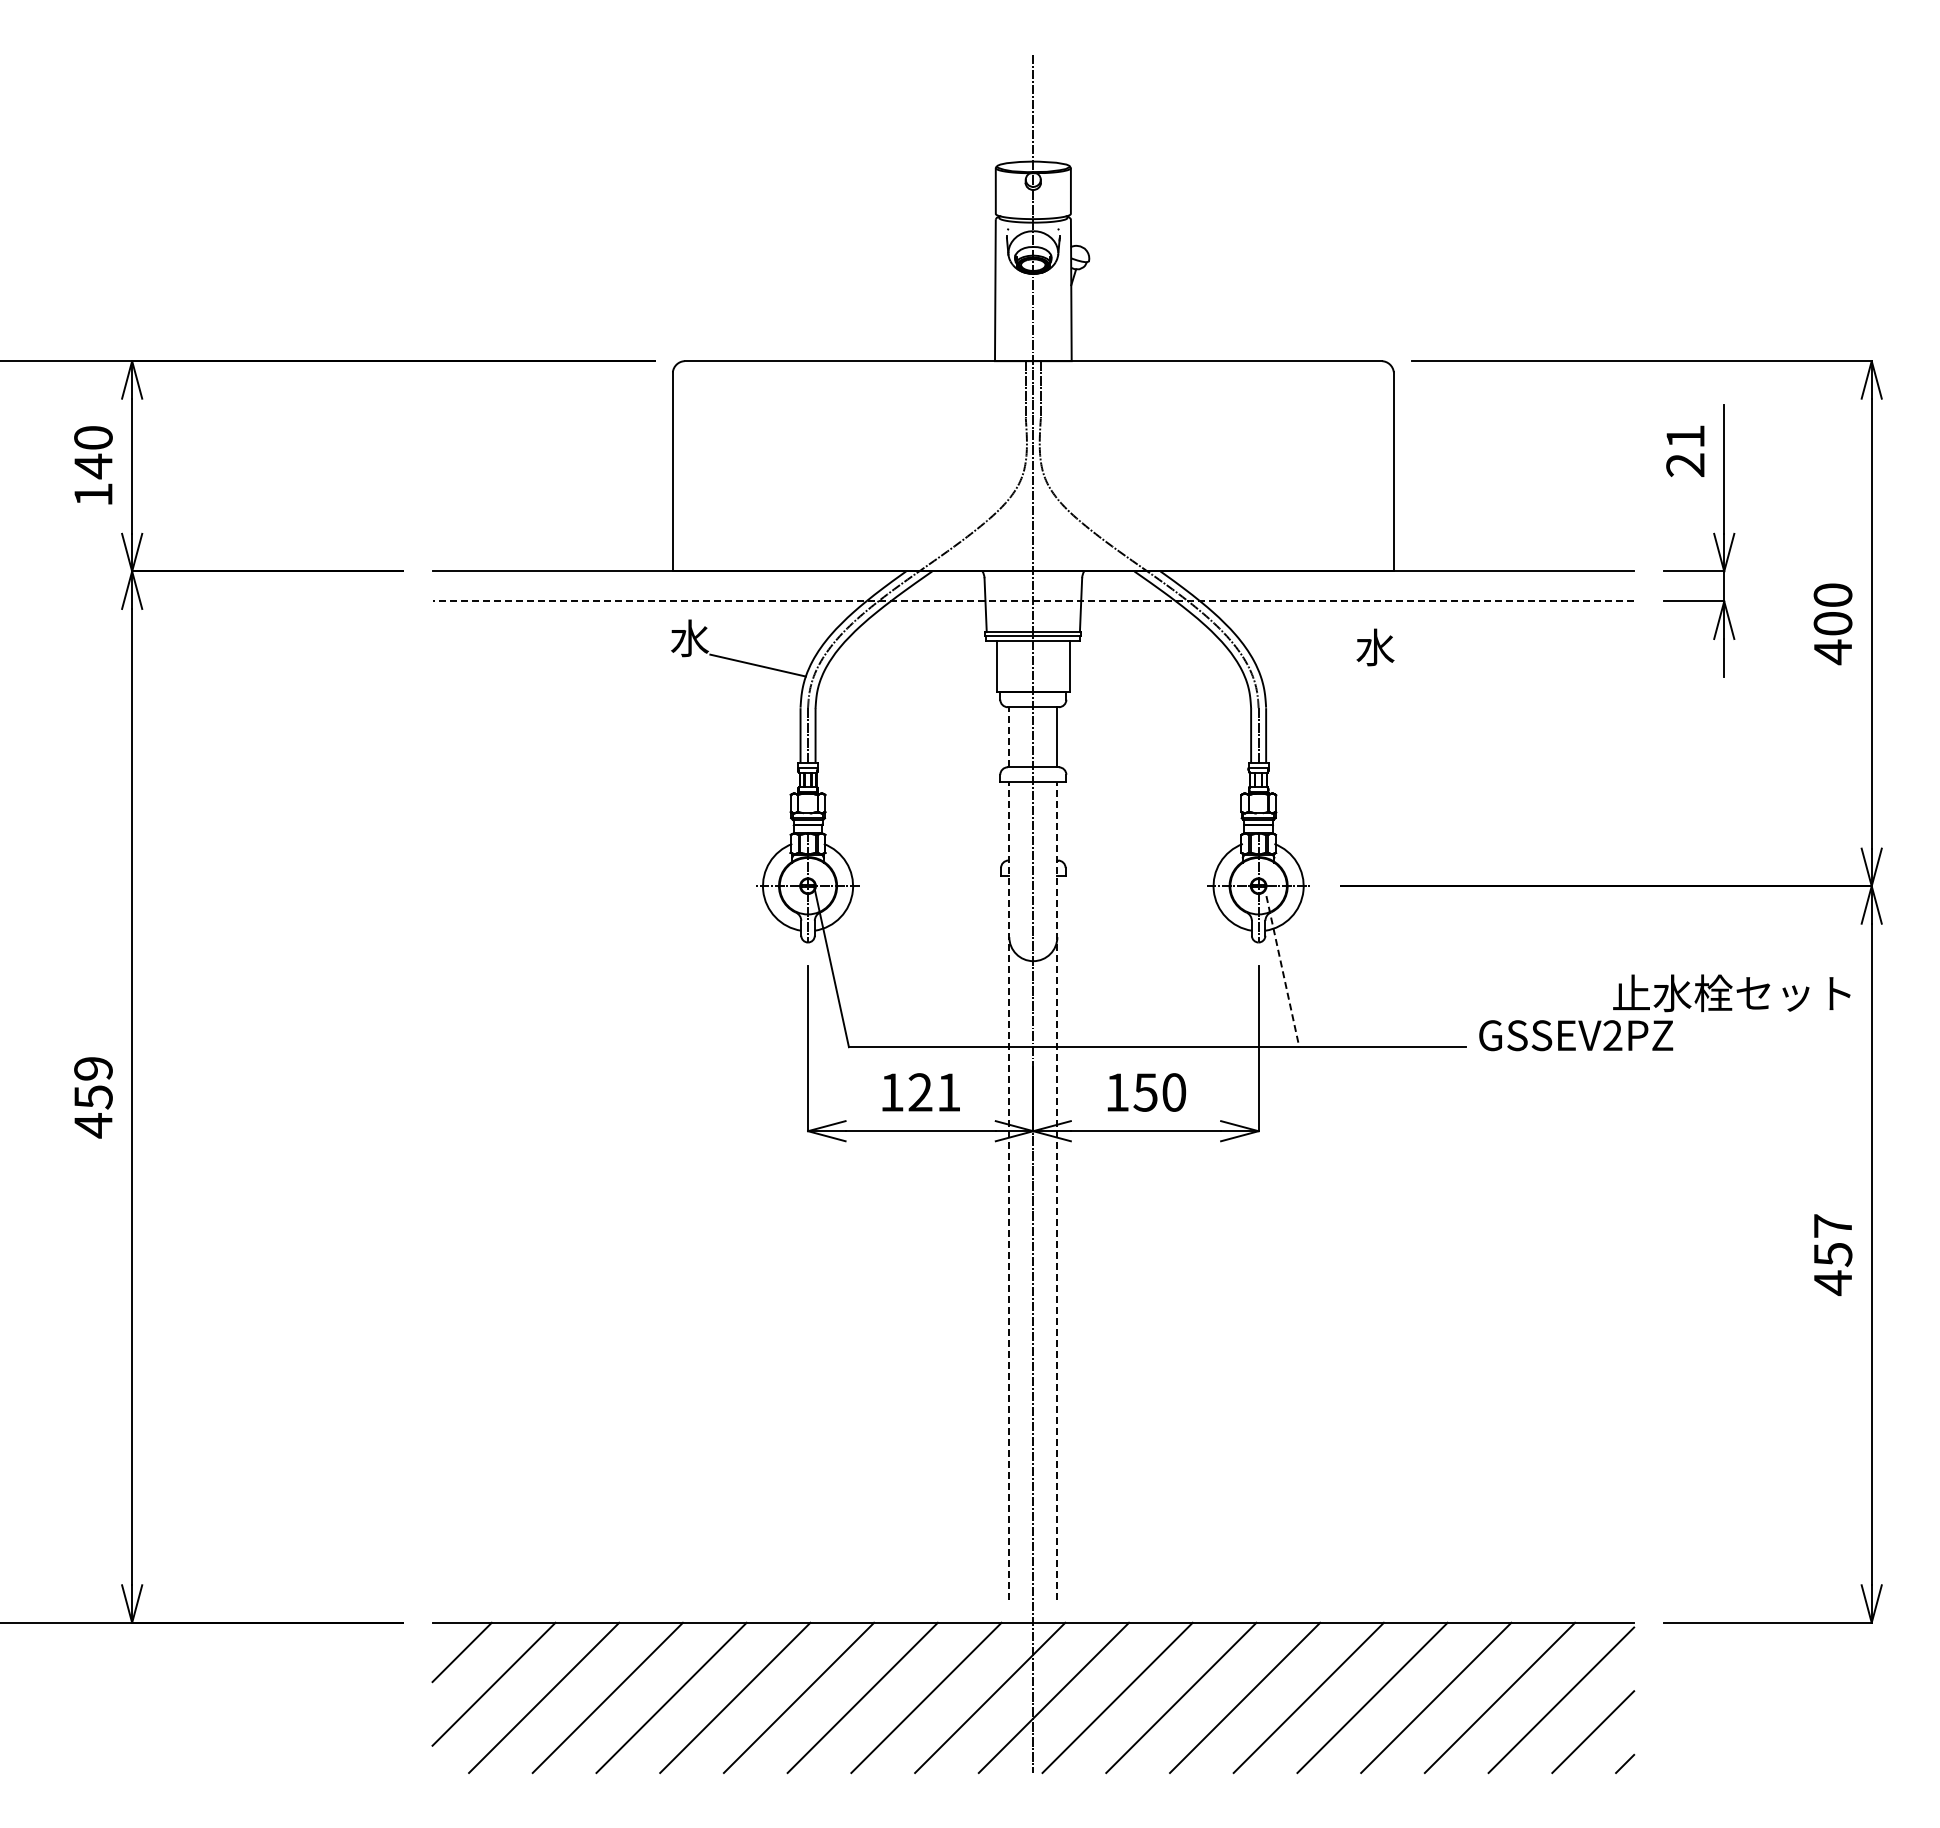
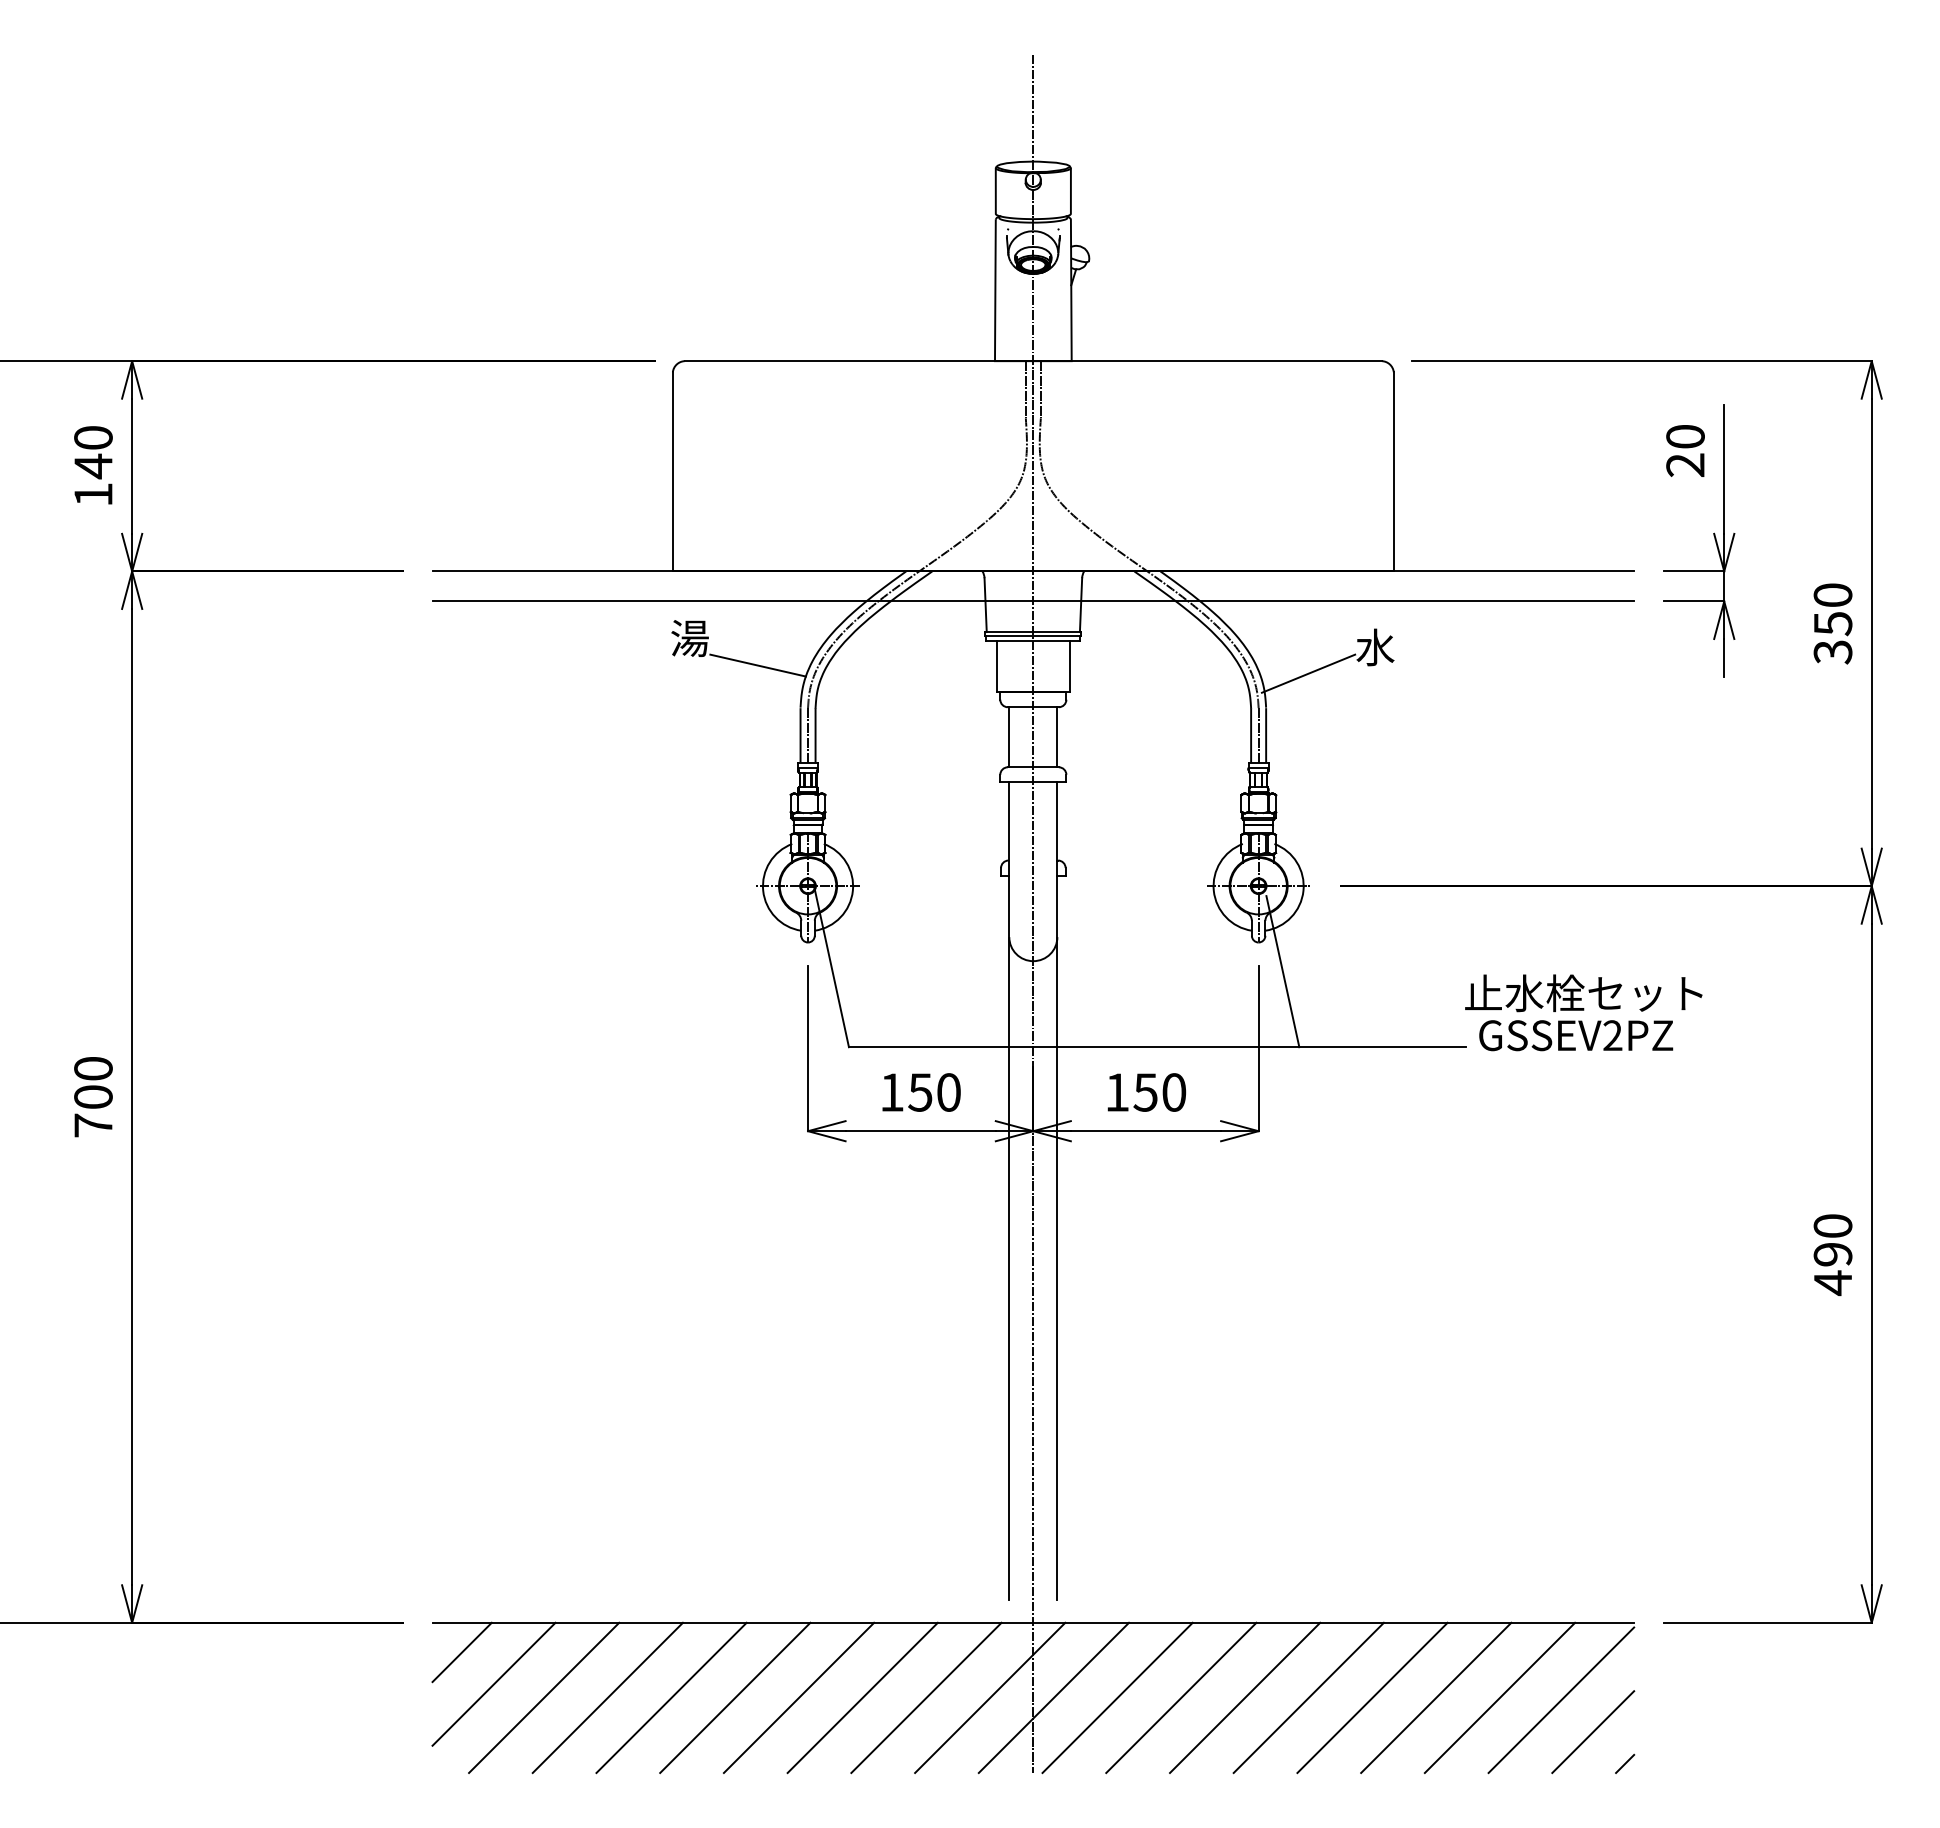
text at (1685, 436): 21 -> 20
line at (1033, 601): dashed -> solid
text at (690, 638): 水 -> 湯
text at (1832, 638): 400 -> 350
line at (1308, 673): none -> present
line at (1009, 736): dashed -> solid
line at (1282, 972): dashed -> solid
text at (1731, 993) position: (1731, 993) -> (1583, 993)
text at (934, 1092): 121 -> 150
text at (93, 1097): 459 -> 700
line at (1009, 1191): dashed -> solid
line at (1057, 1191): dashed -> solid
text at (1832, 1240): 457 -> 490
